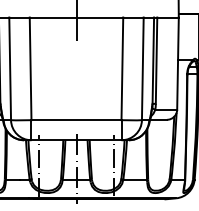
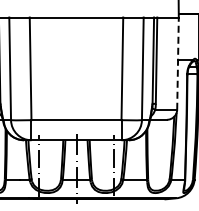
line at (76, 21): present -> none
line at (178, 63): solid -> dashed
